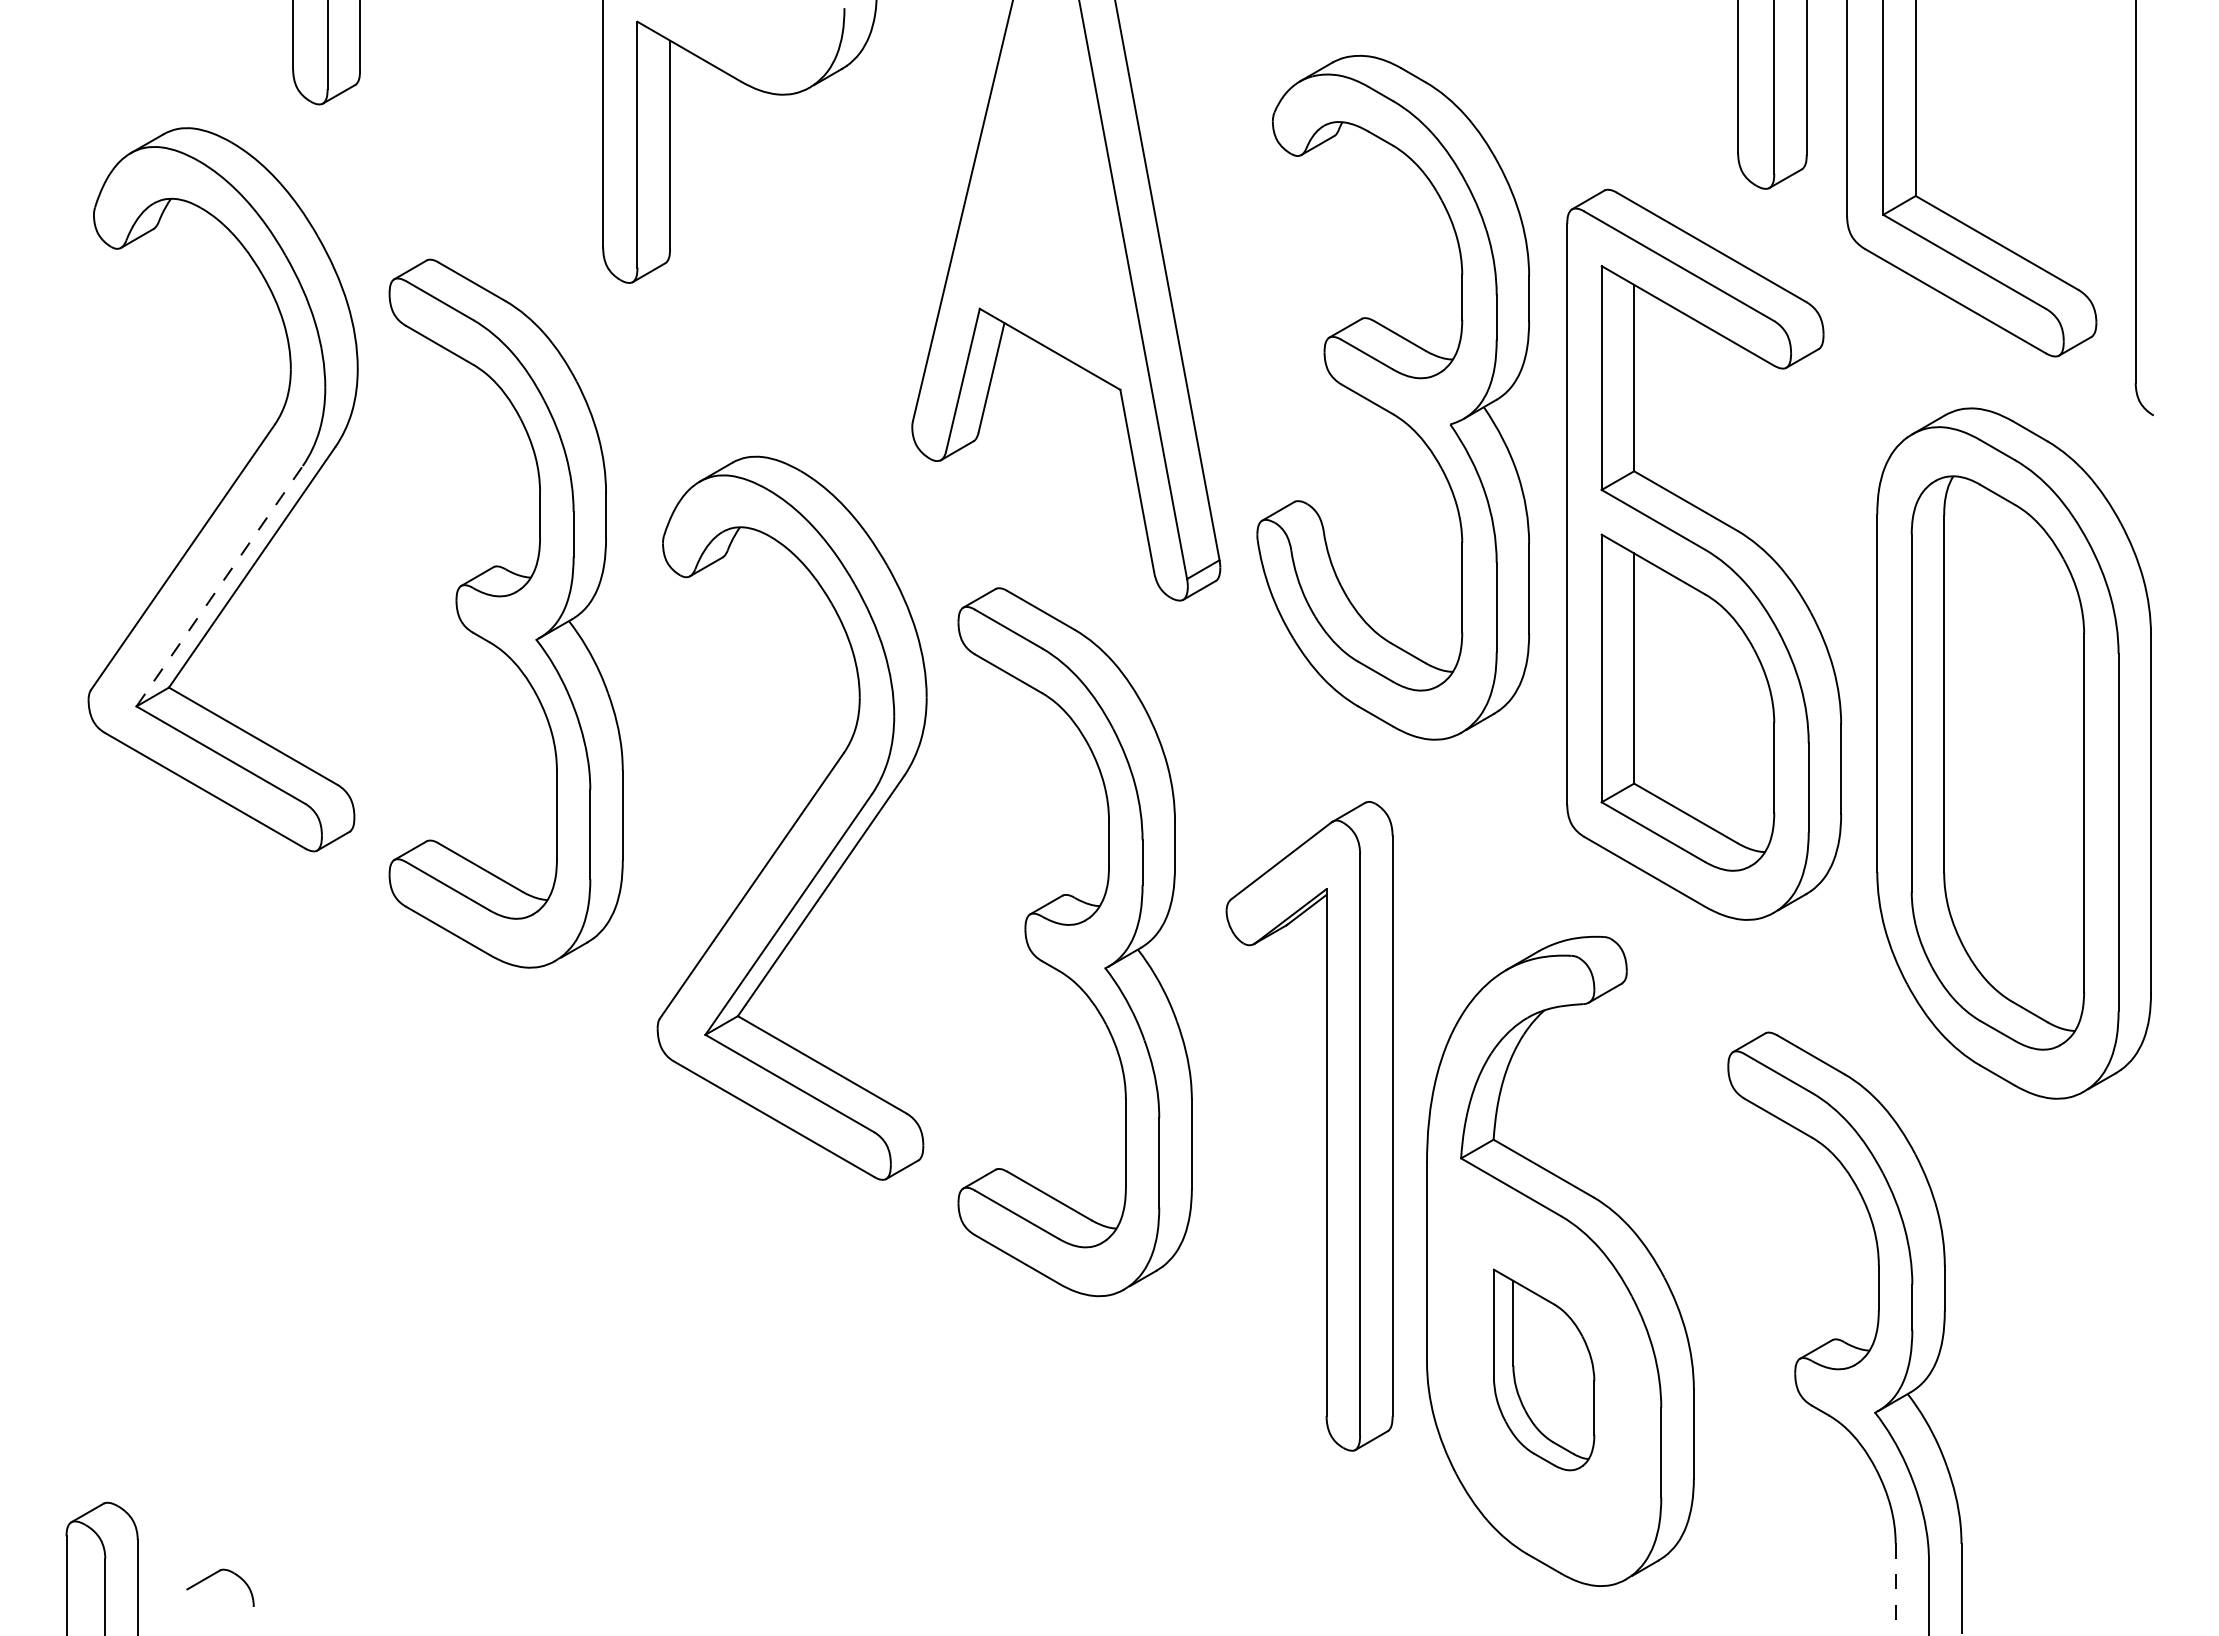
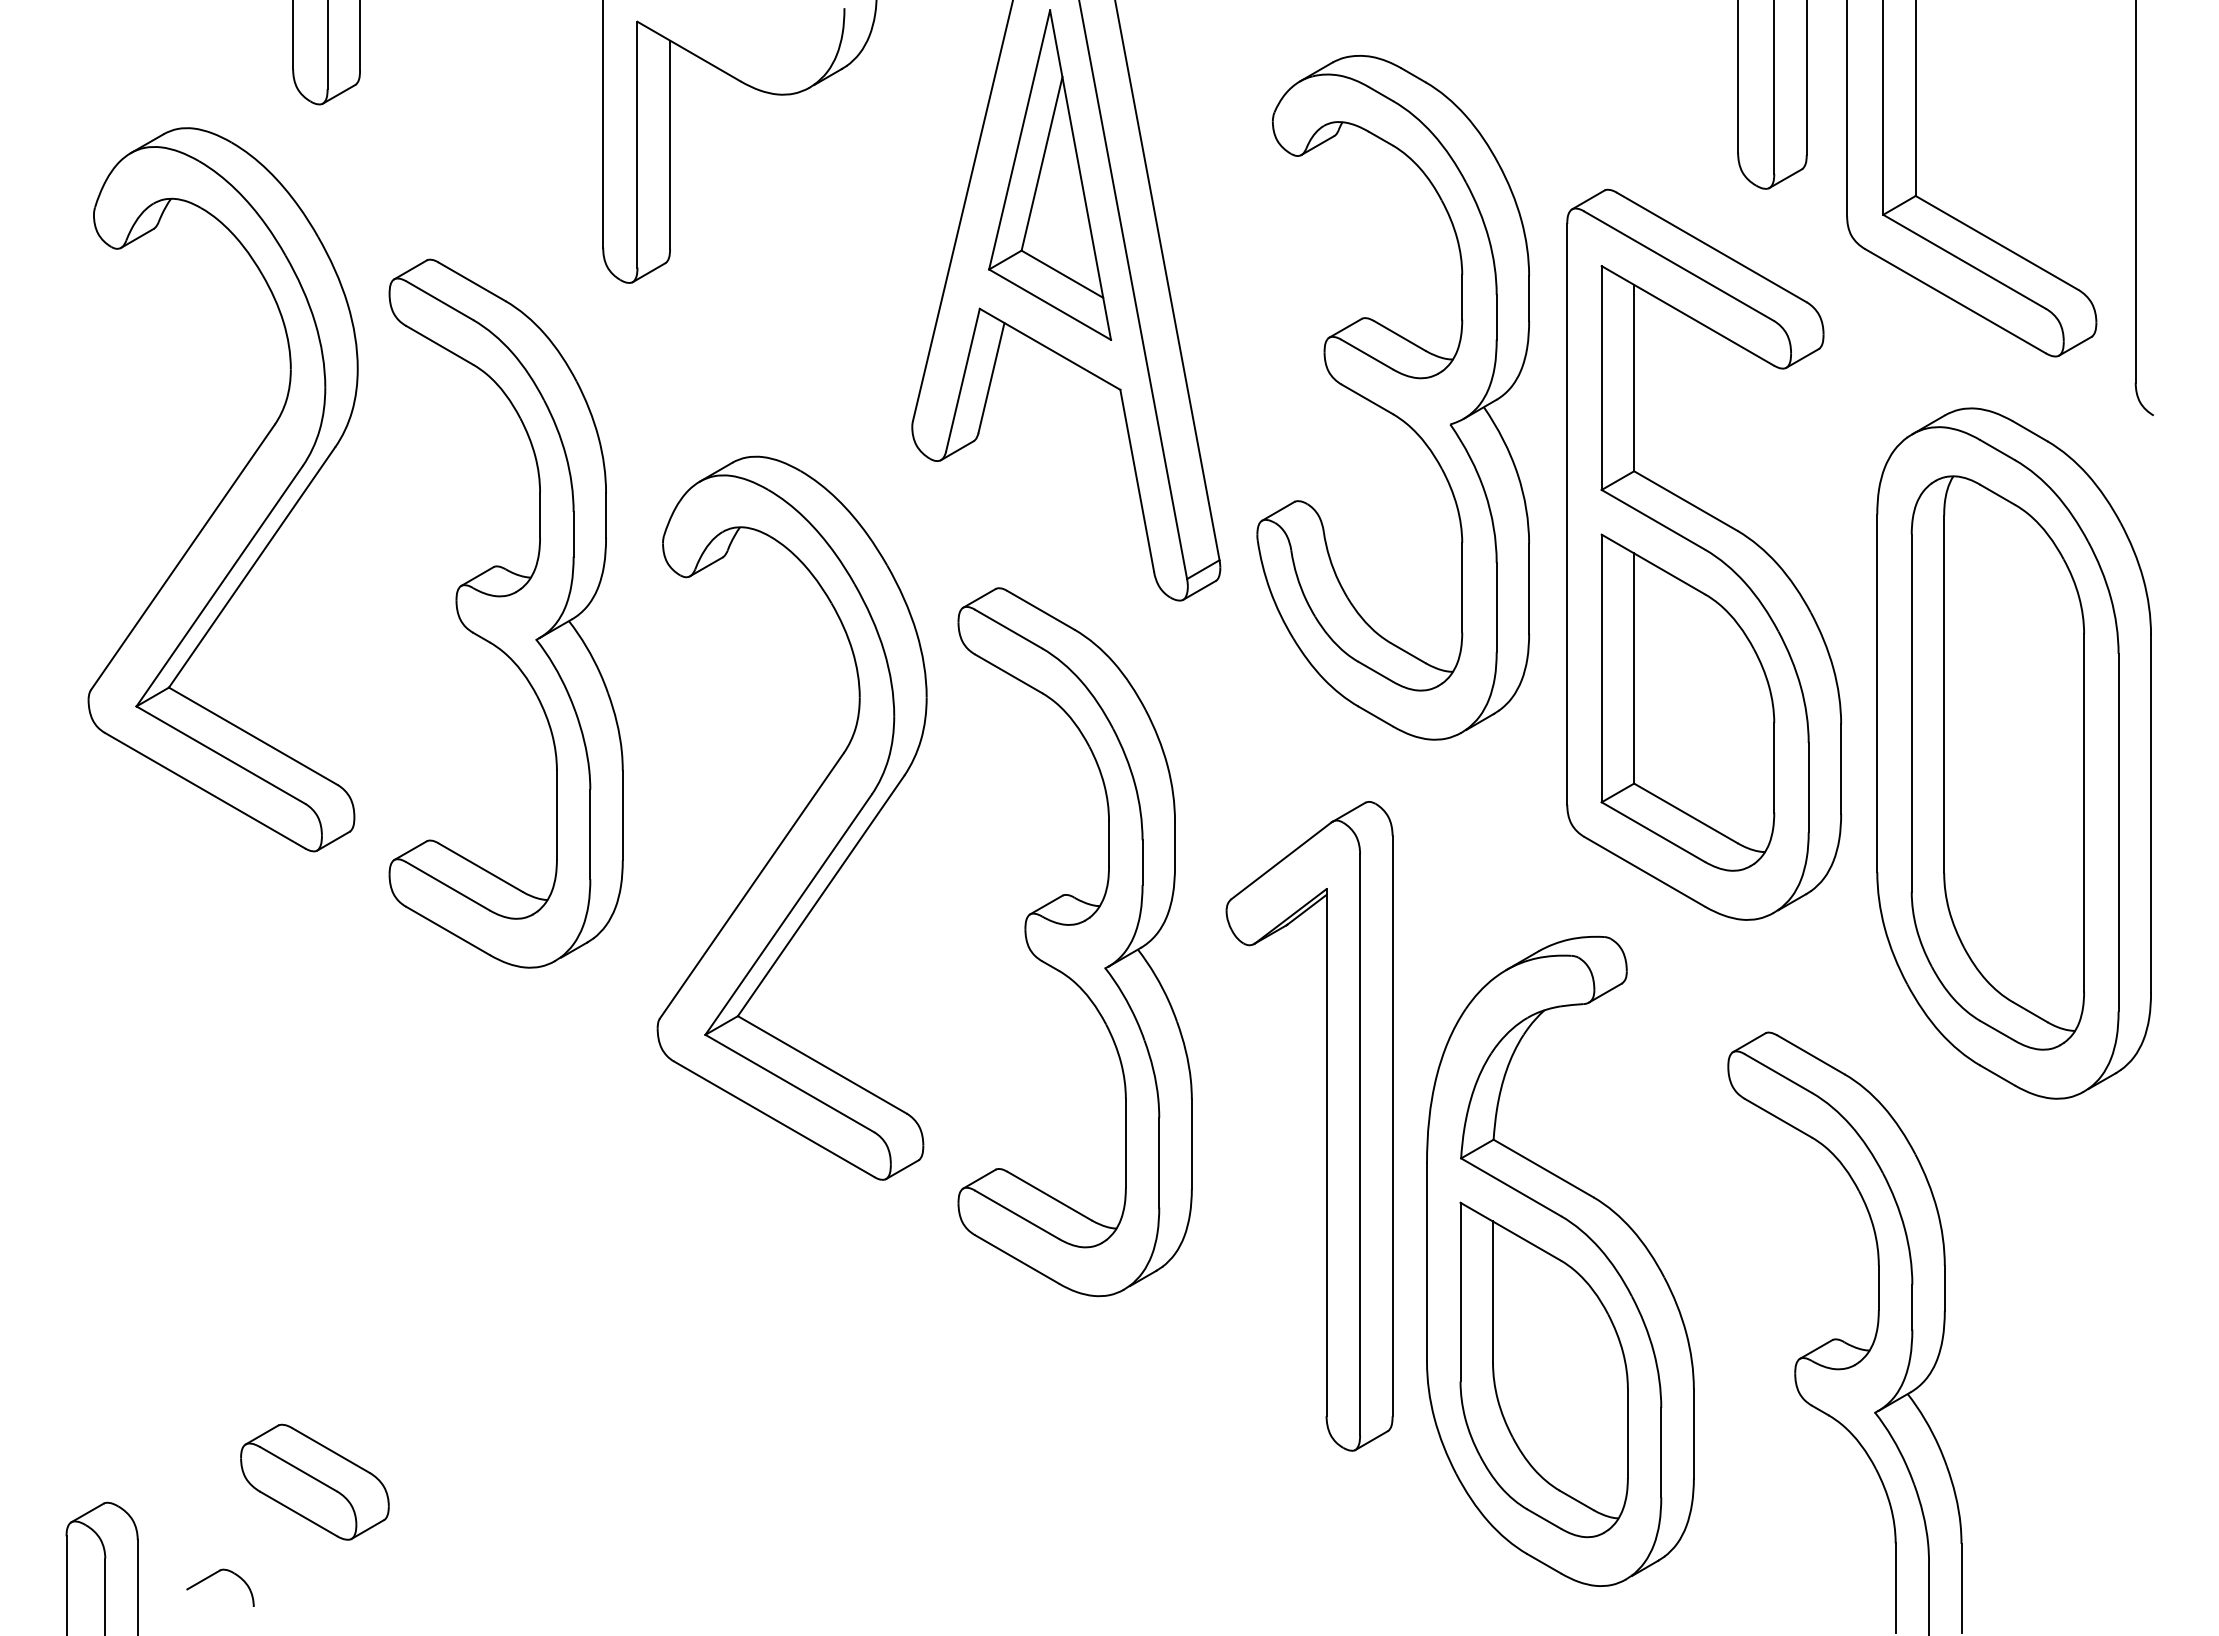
part at (1050, 174): none -> present
line at (219, 585): dashed -> solid
part at (1544, 1369) size: 103x204 px -> 170x338 px
part at (314, 1481): none -> present
line at (1895, 1588): dashed -> solid
